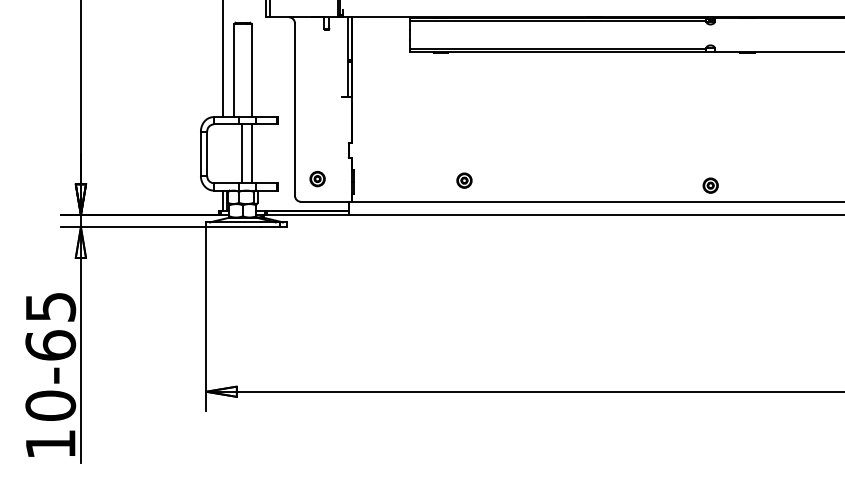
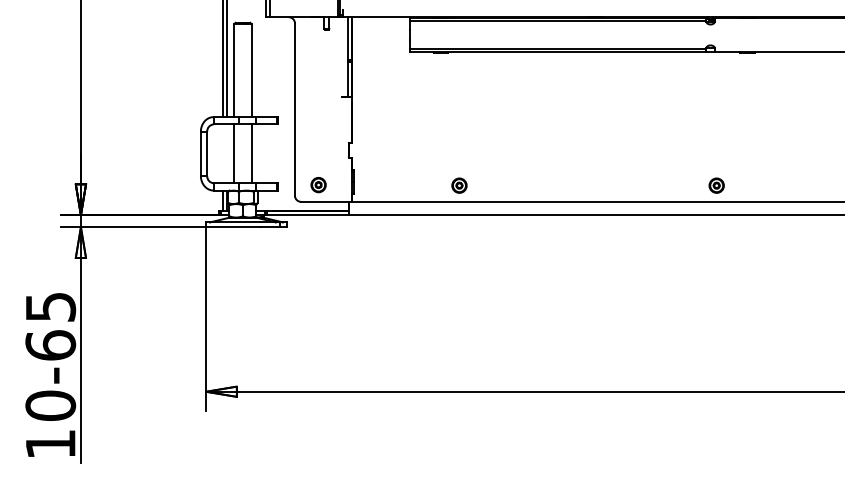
line at (226, 59): none -> present
line at (242, 153) position: (242, 153) -> (234, 153)
part at (317, 179) position: (317, 179) -> (318, 185)
part at (464, 180) position: (464, 180) -> (459, 185)
part at (710, 185) position: (710, 185) -> (716, 185)
